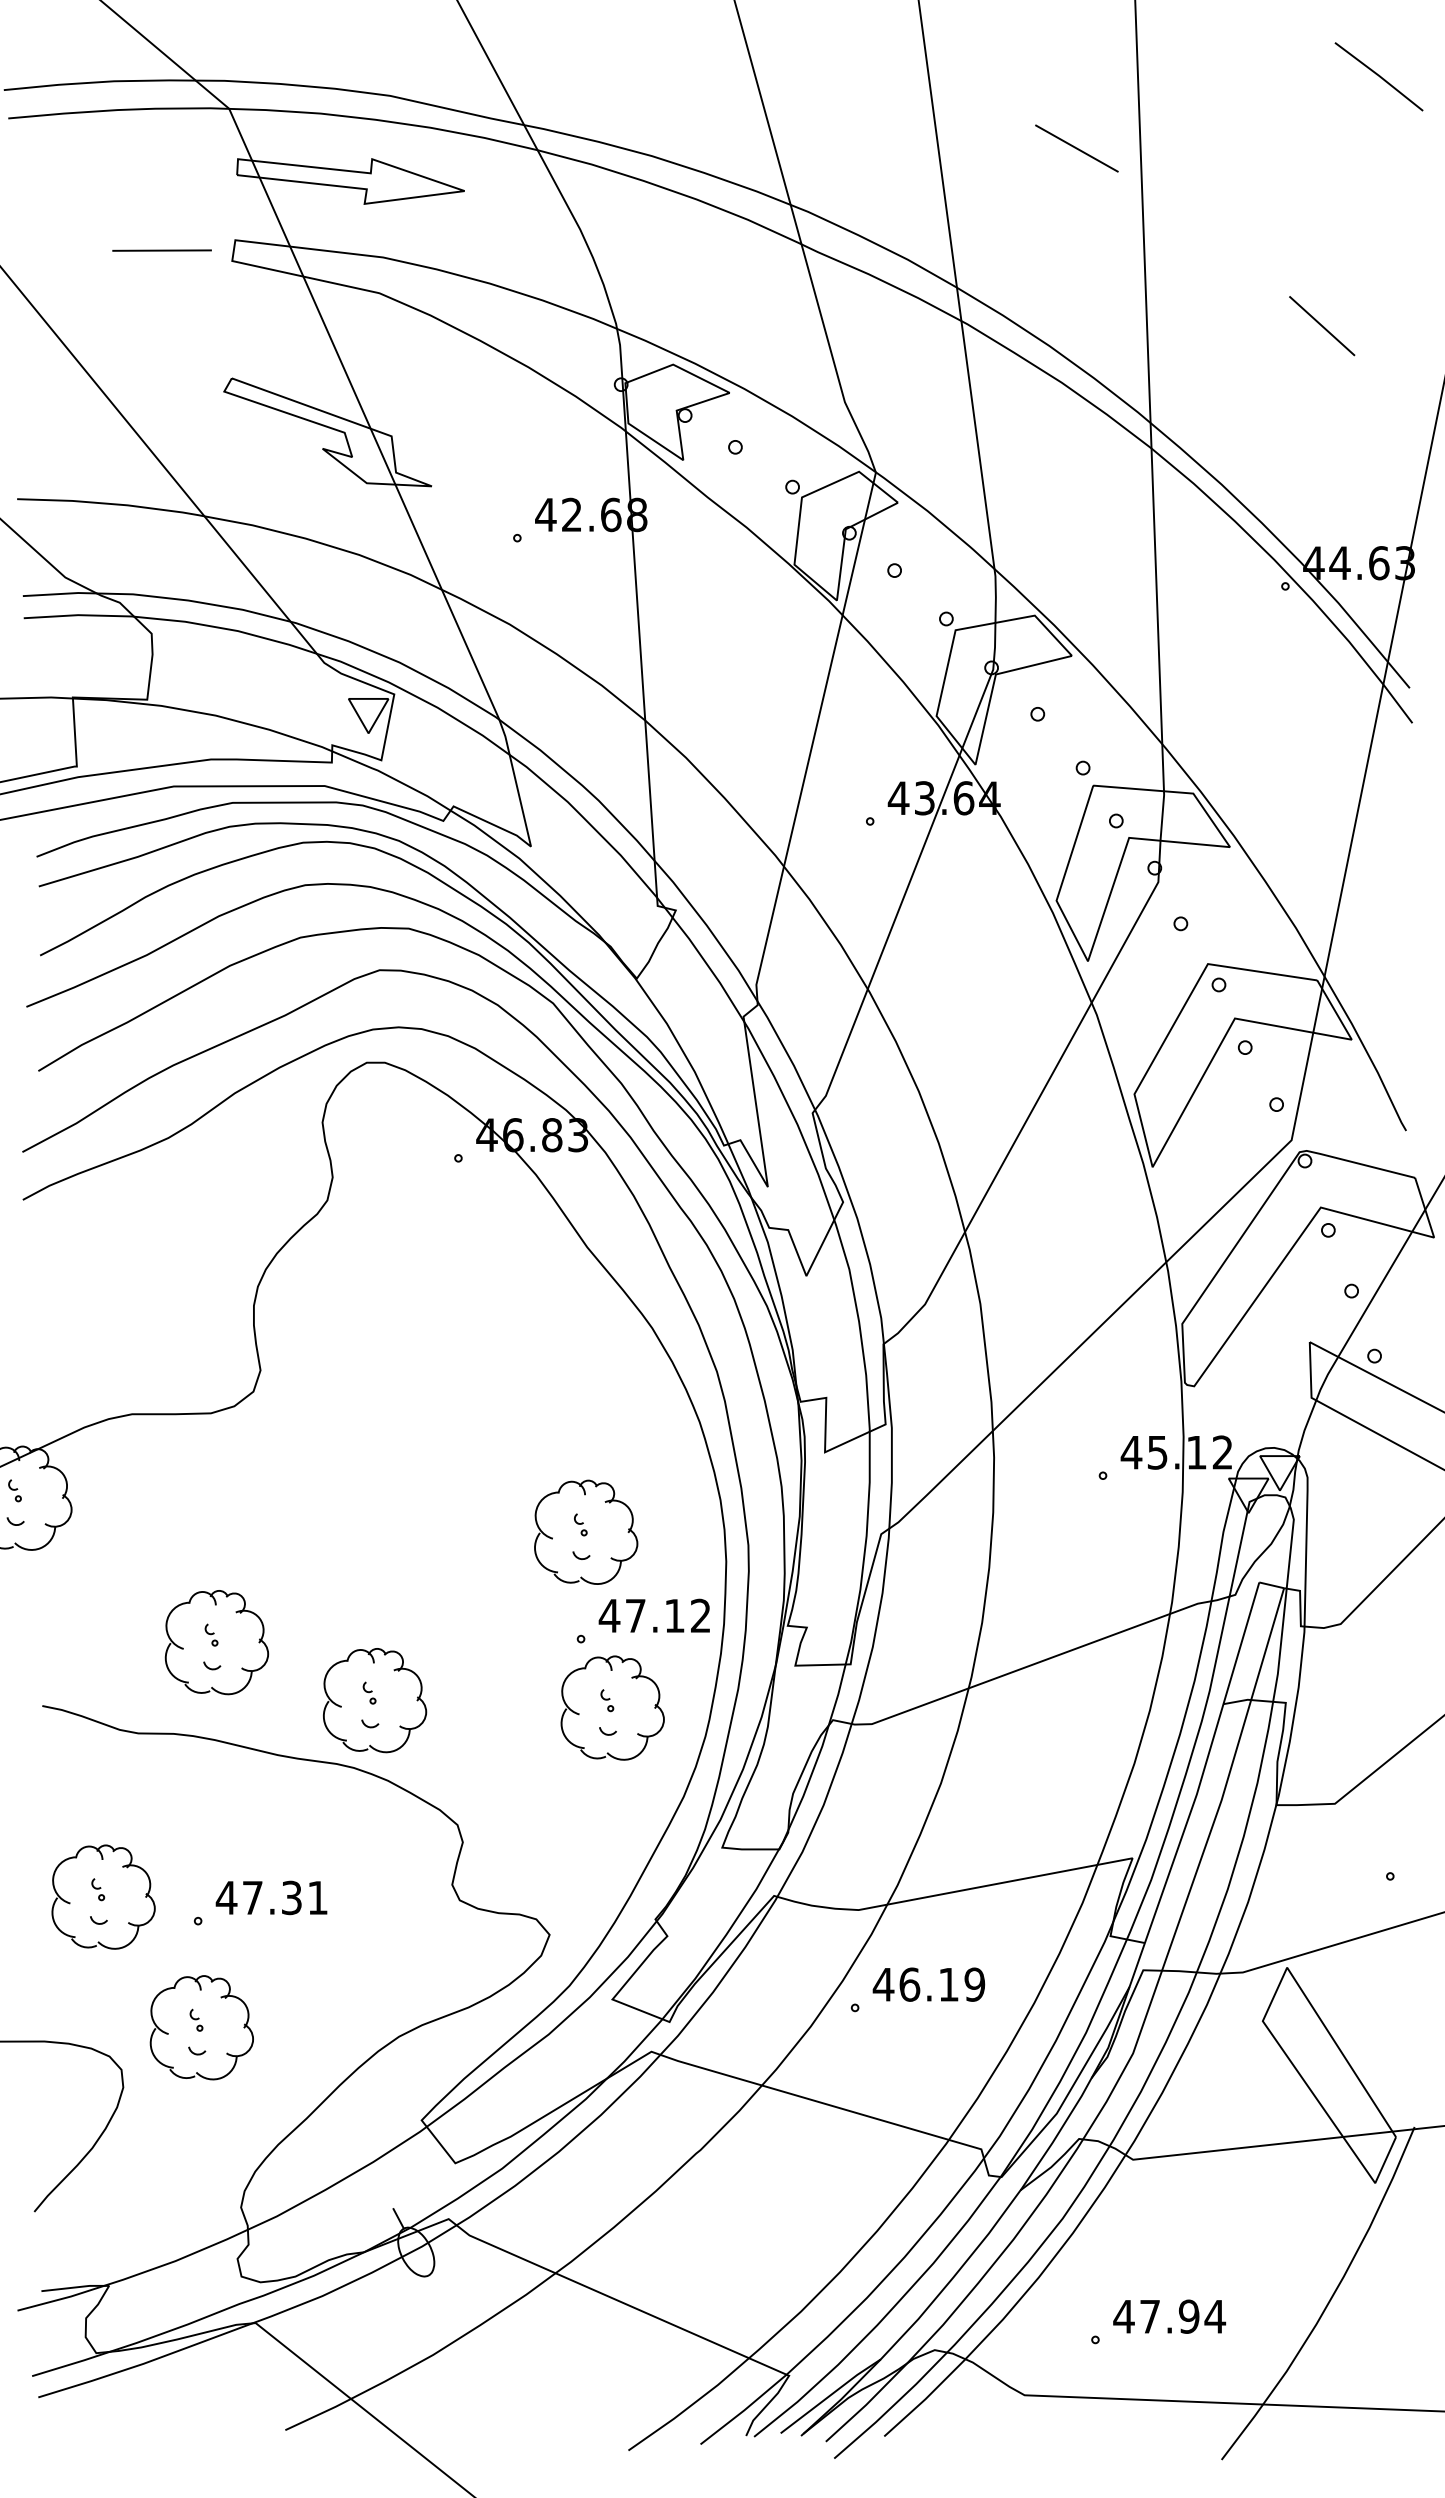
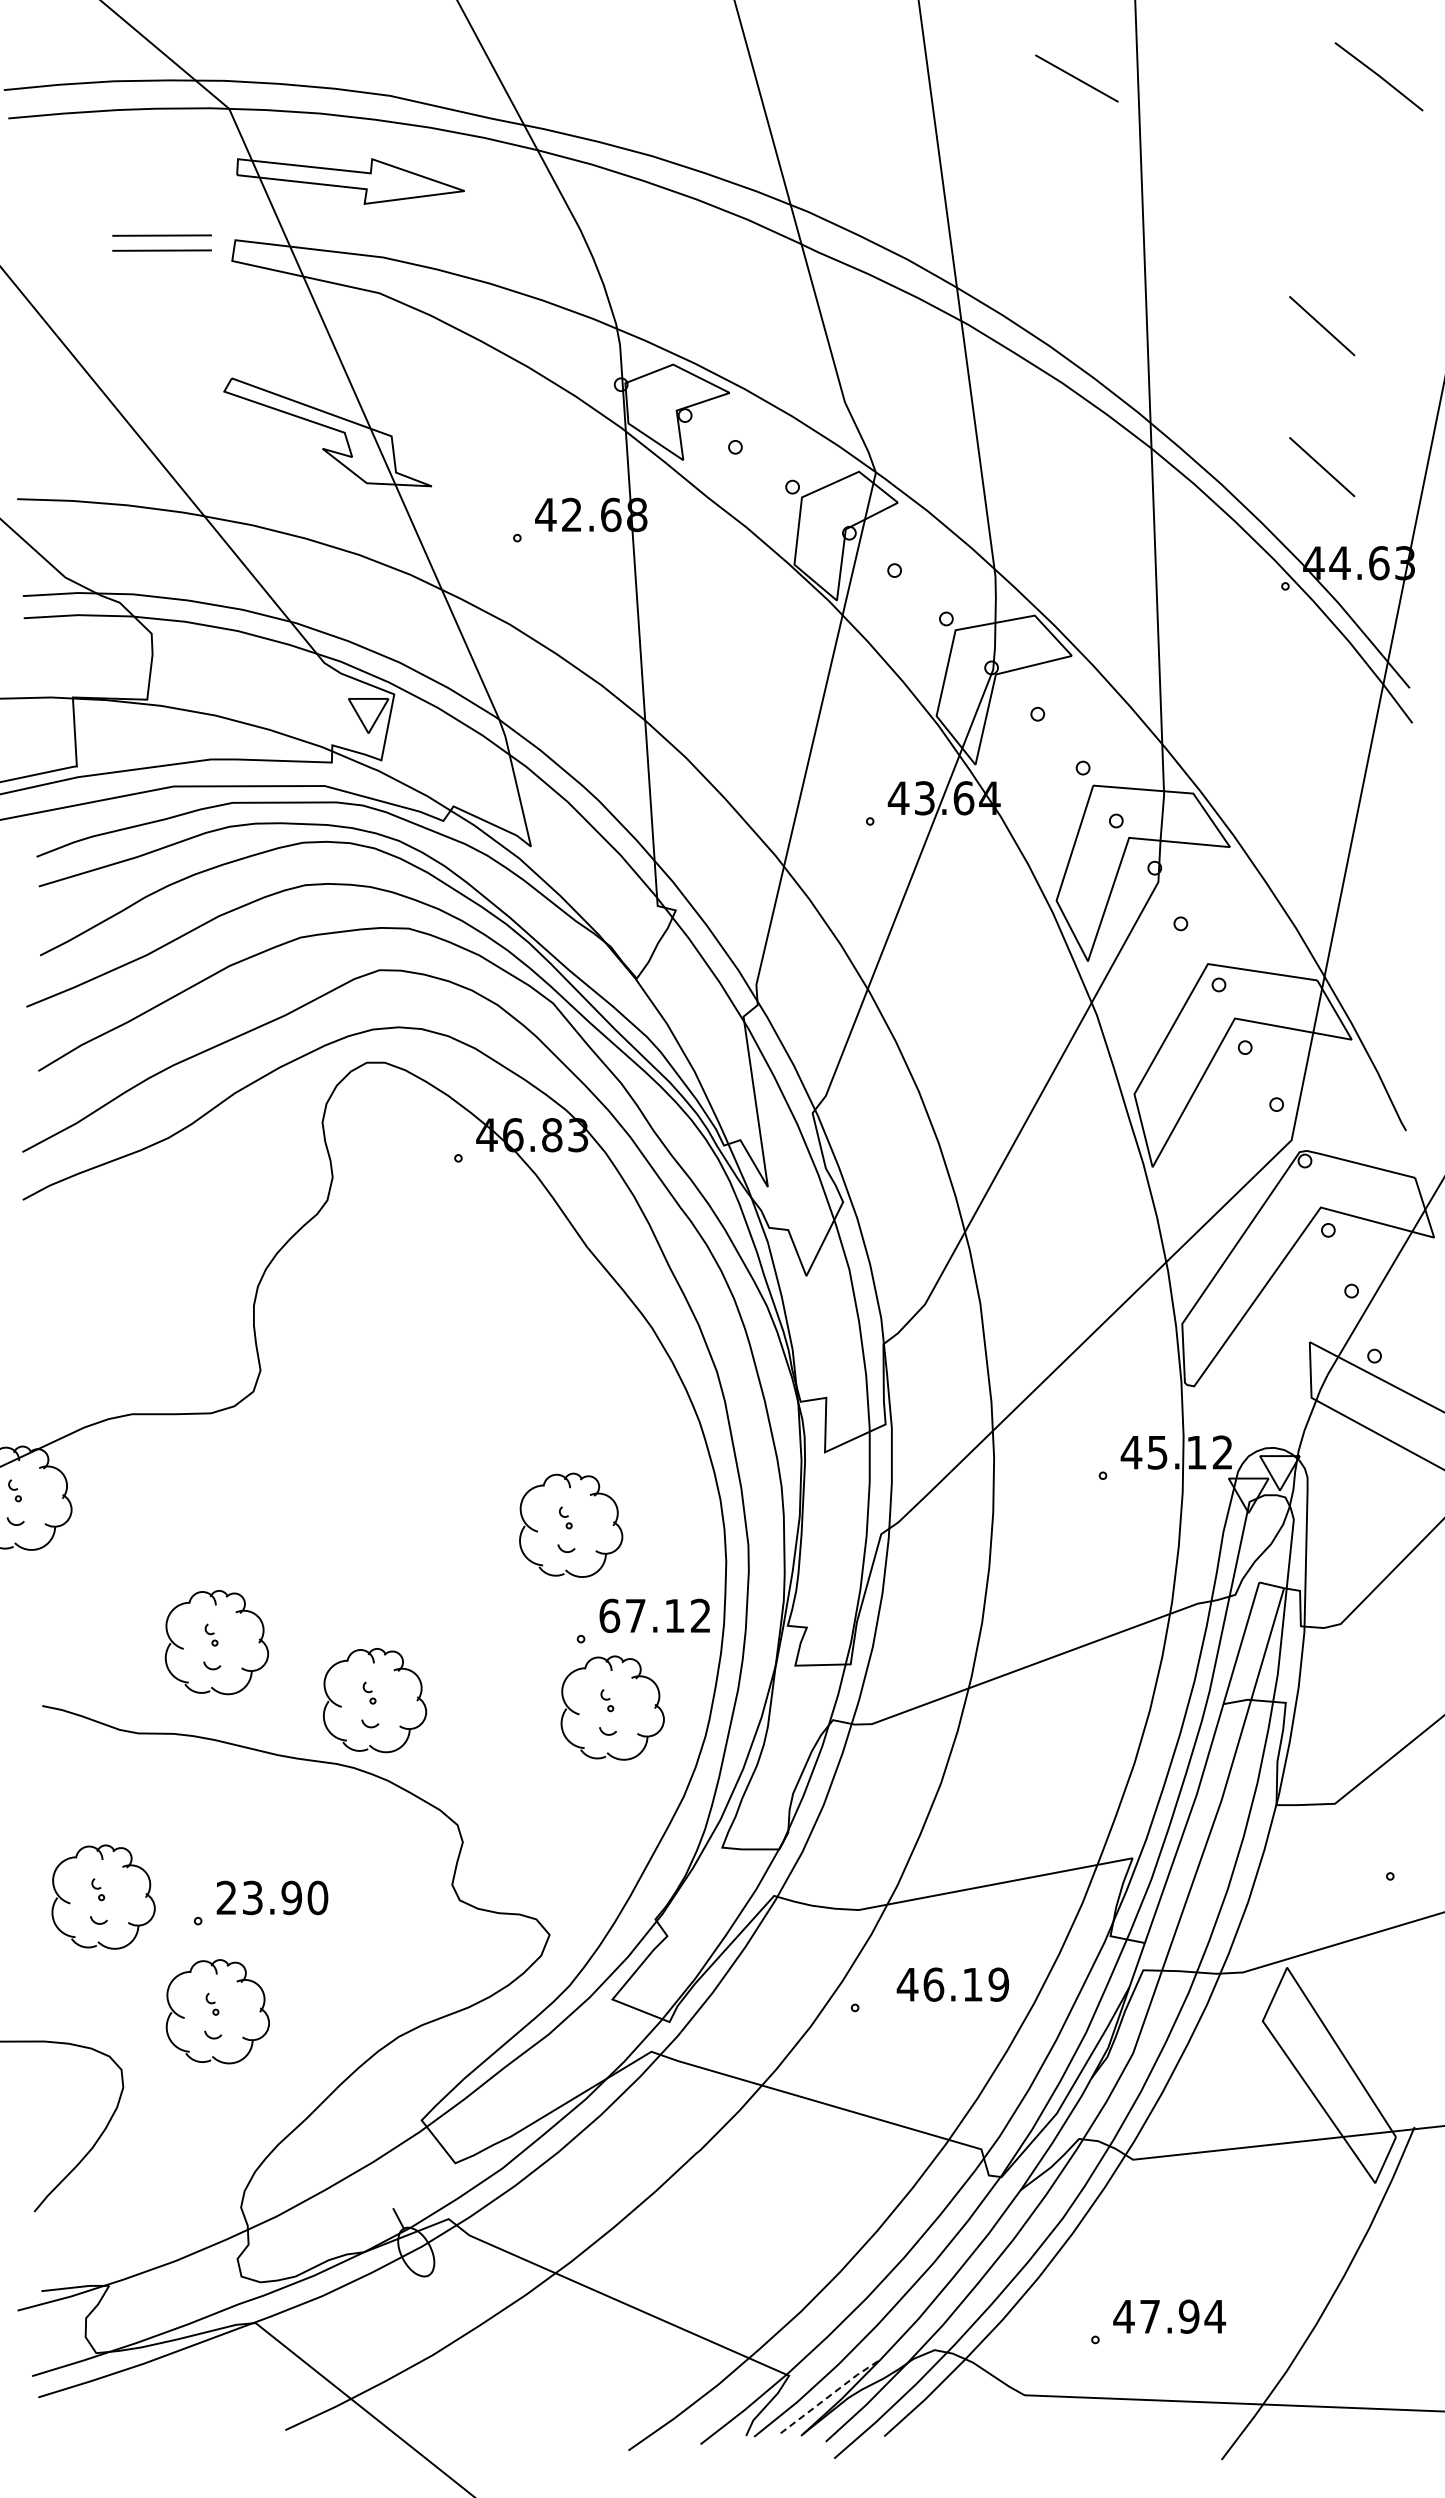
line at (1076, 148) position: (1076, 148) -> (1076, 78)
line at (161, 235): none -> present
line at (1322, 467): none -> present
part at (586, 1531) position: (586, 1531) -> (571, 1524)
text at (609, 1615): 47.12 -> 67.12
text at (271, 1897): 47.31 -> 23.90
text at (928, 1984) position: (928, 1984) -> (952, 1984)
part at (201, 2027) position: (201, 2027) -> (217, 2011)
line at (831, 2394): solid -> dashed
